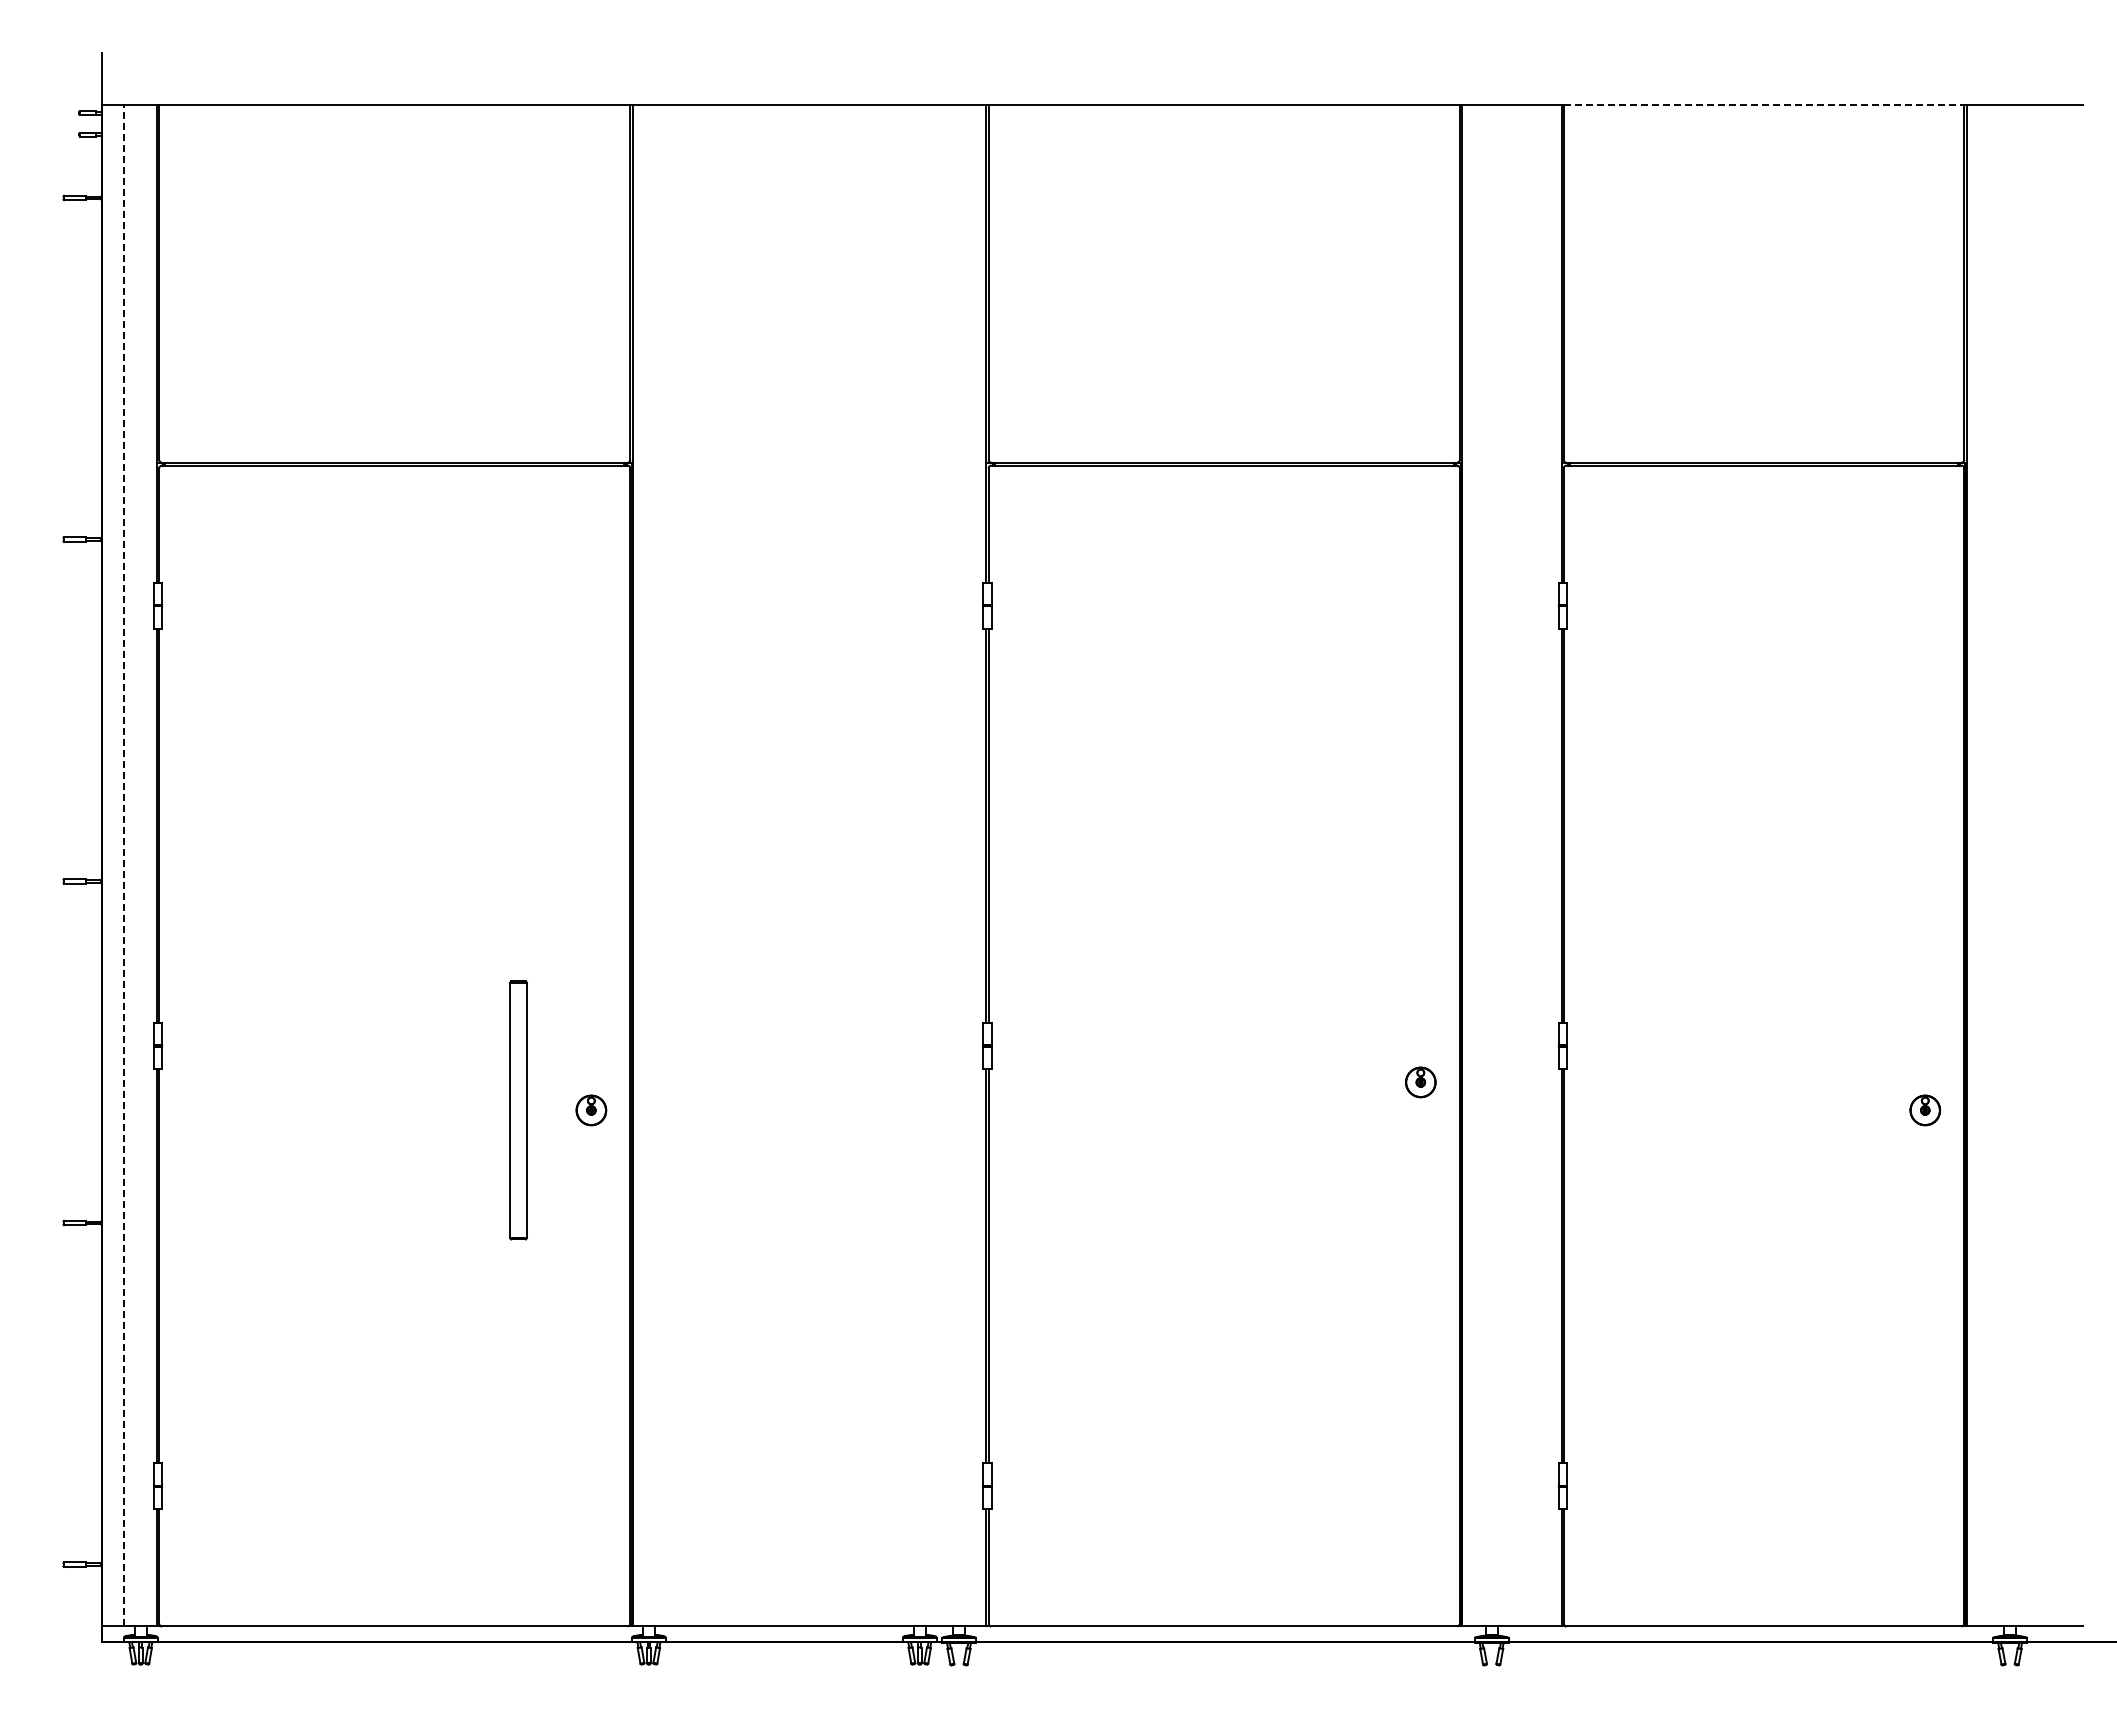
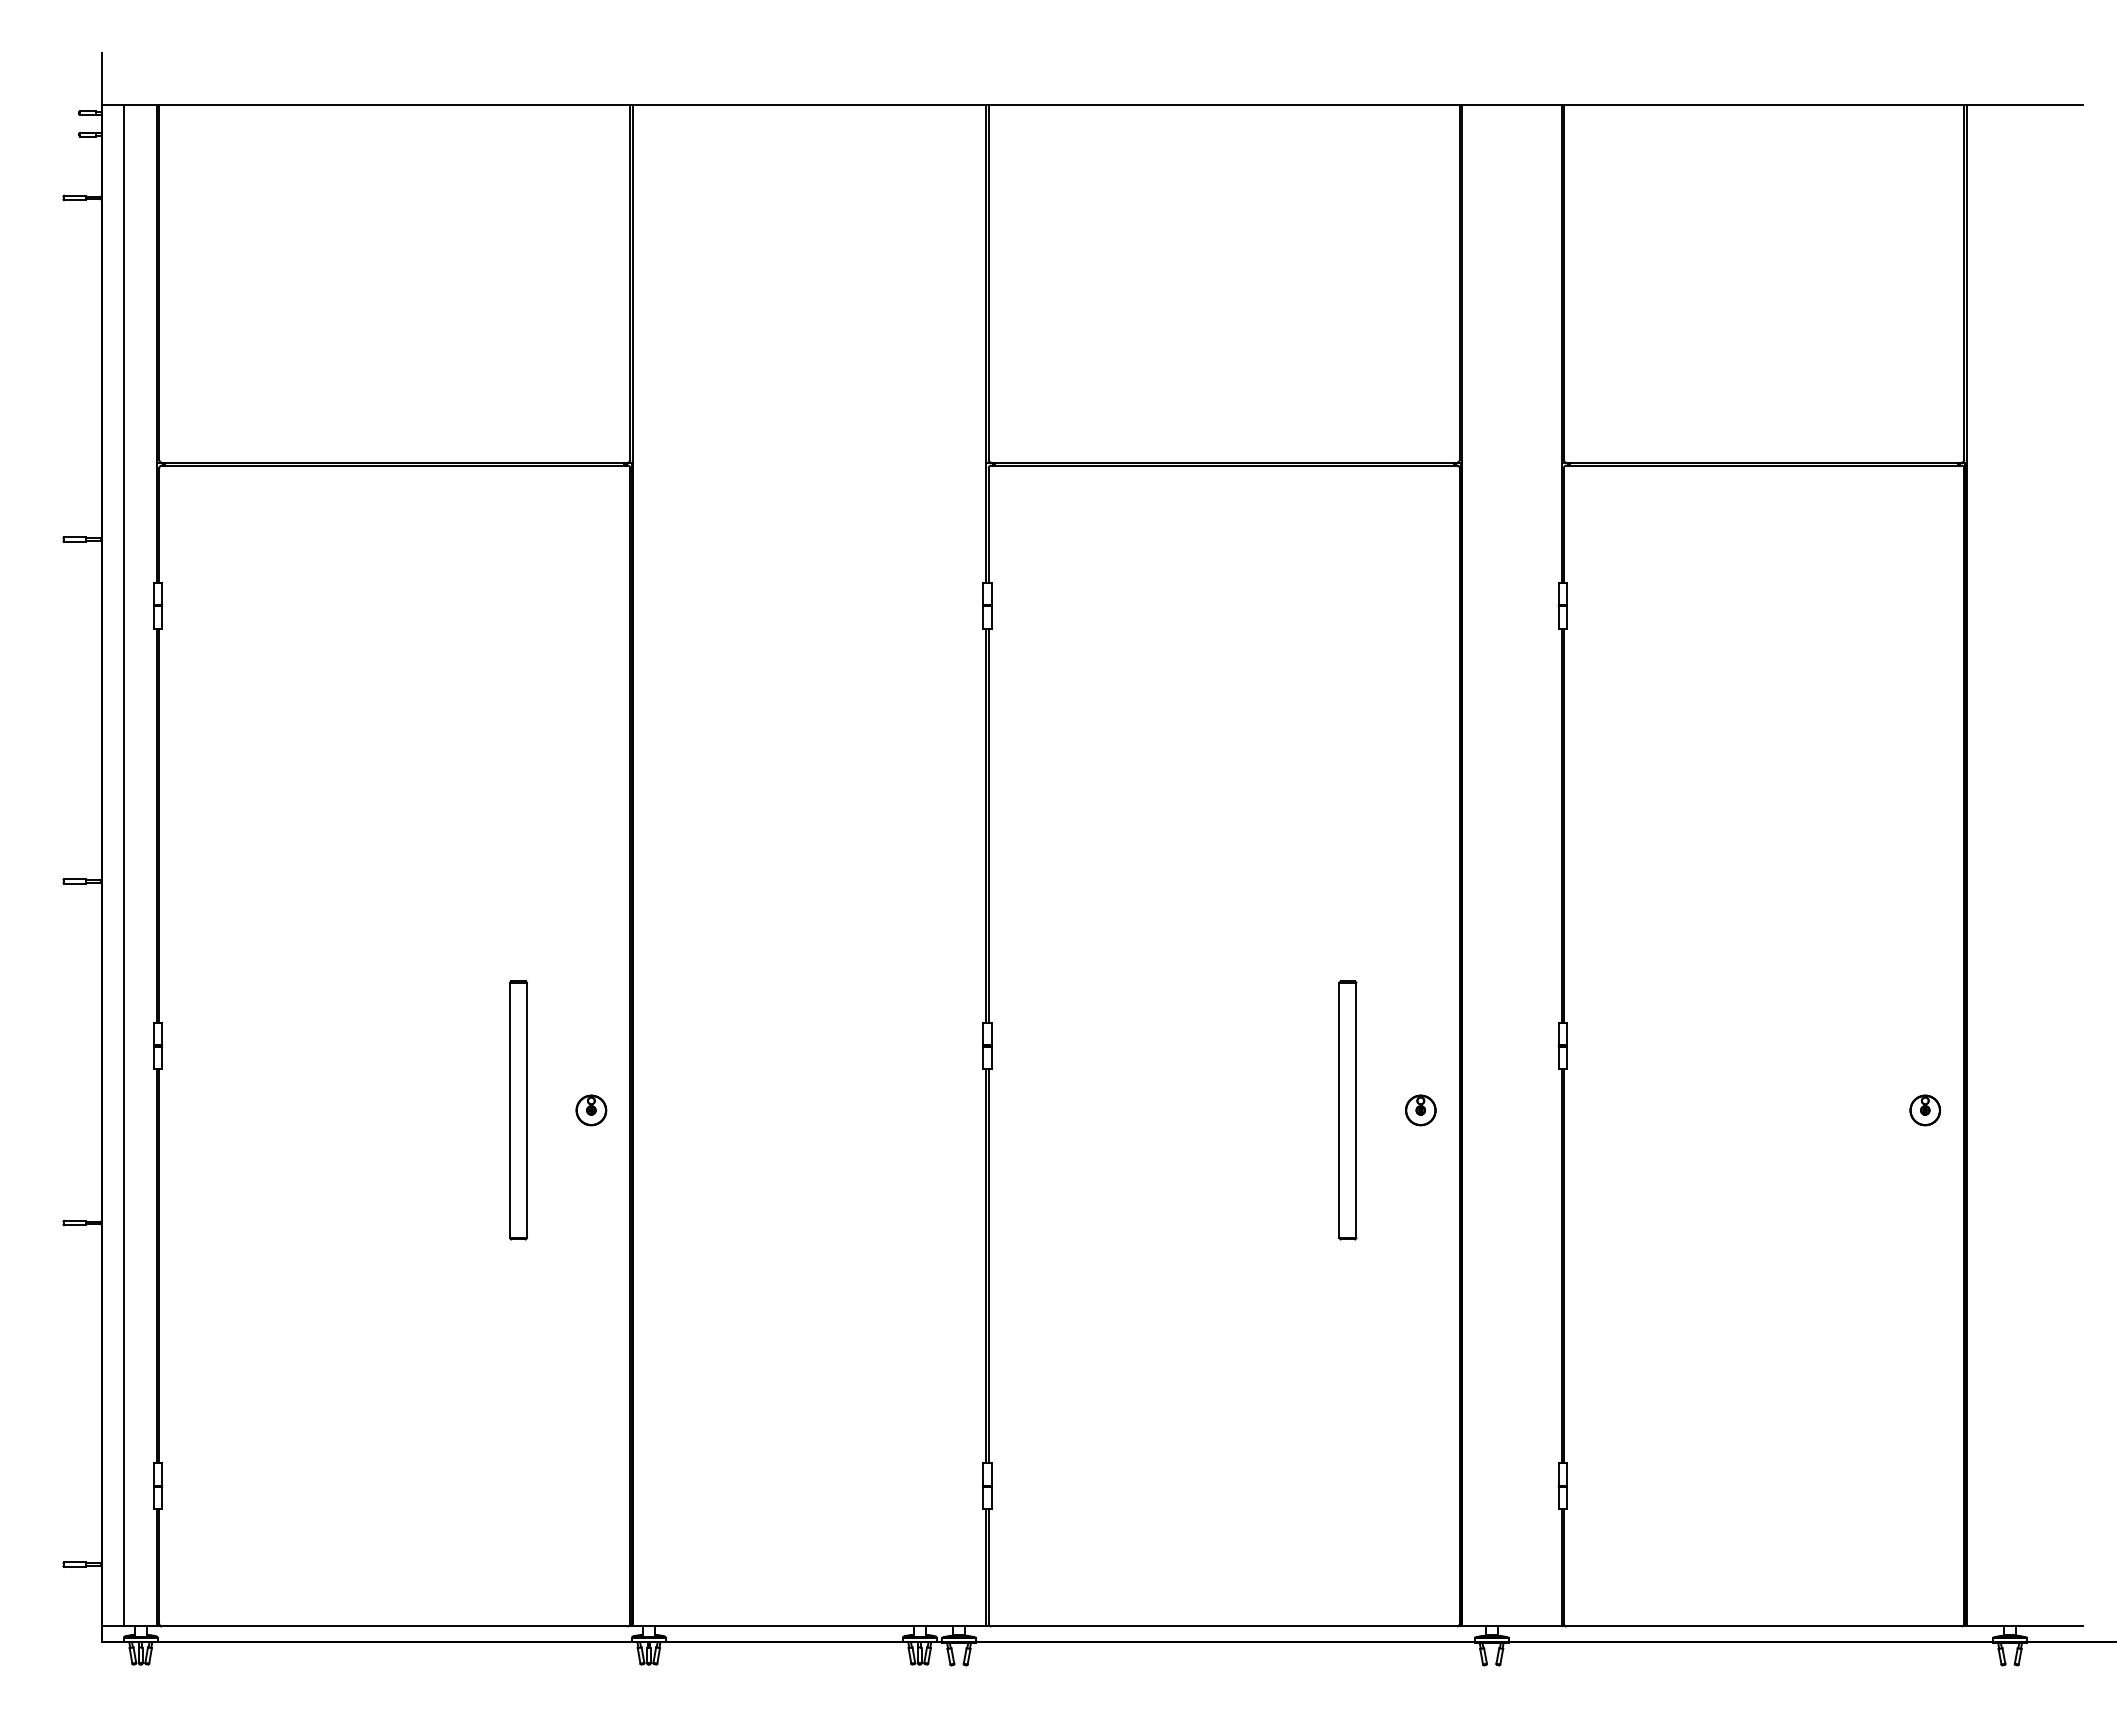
line at (1764, 104): dashed -> solid
line at (123, 865): dashed -> solid
part at (1420, 1082) position: (1420, 1082) -> (1420, 1110)
part at (1347, 1110): none -> present
